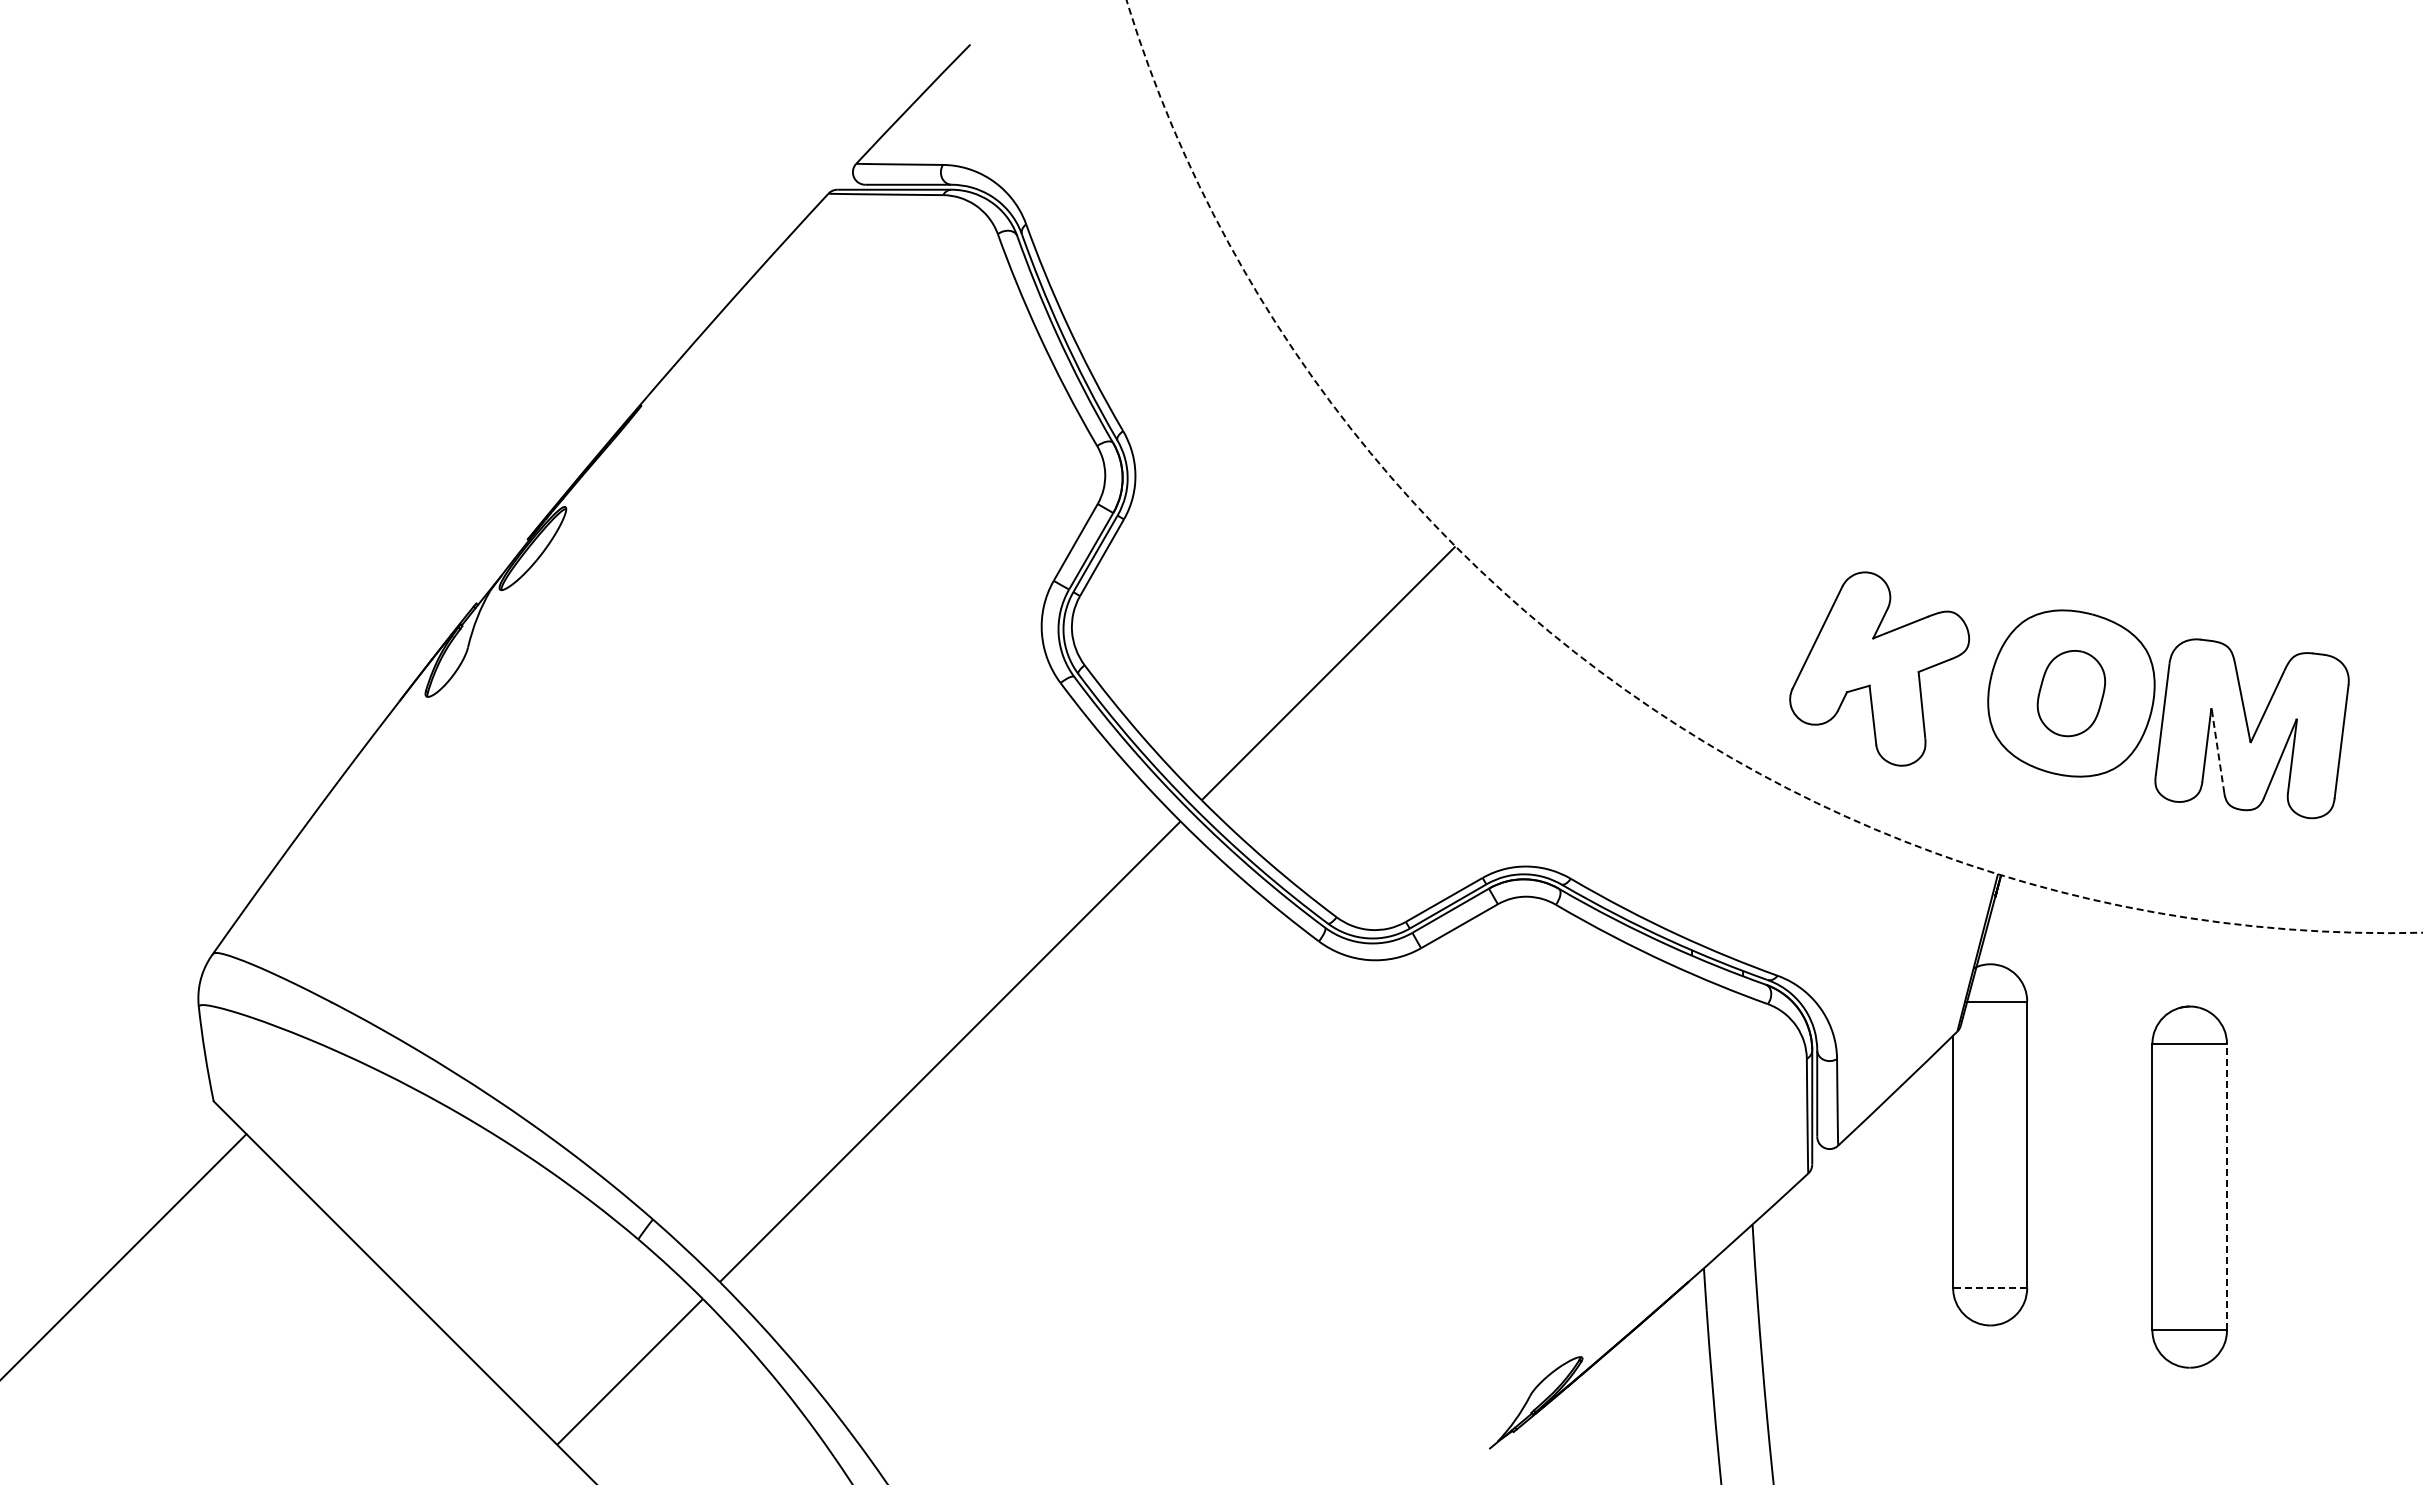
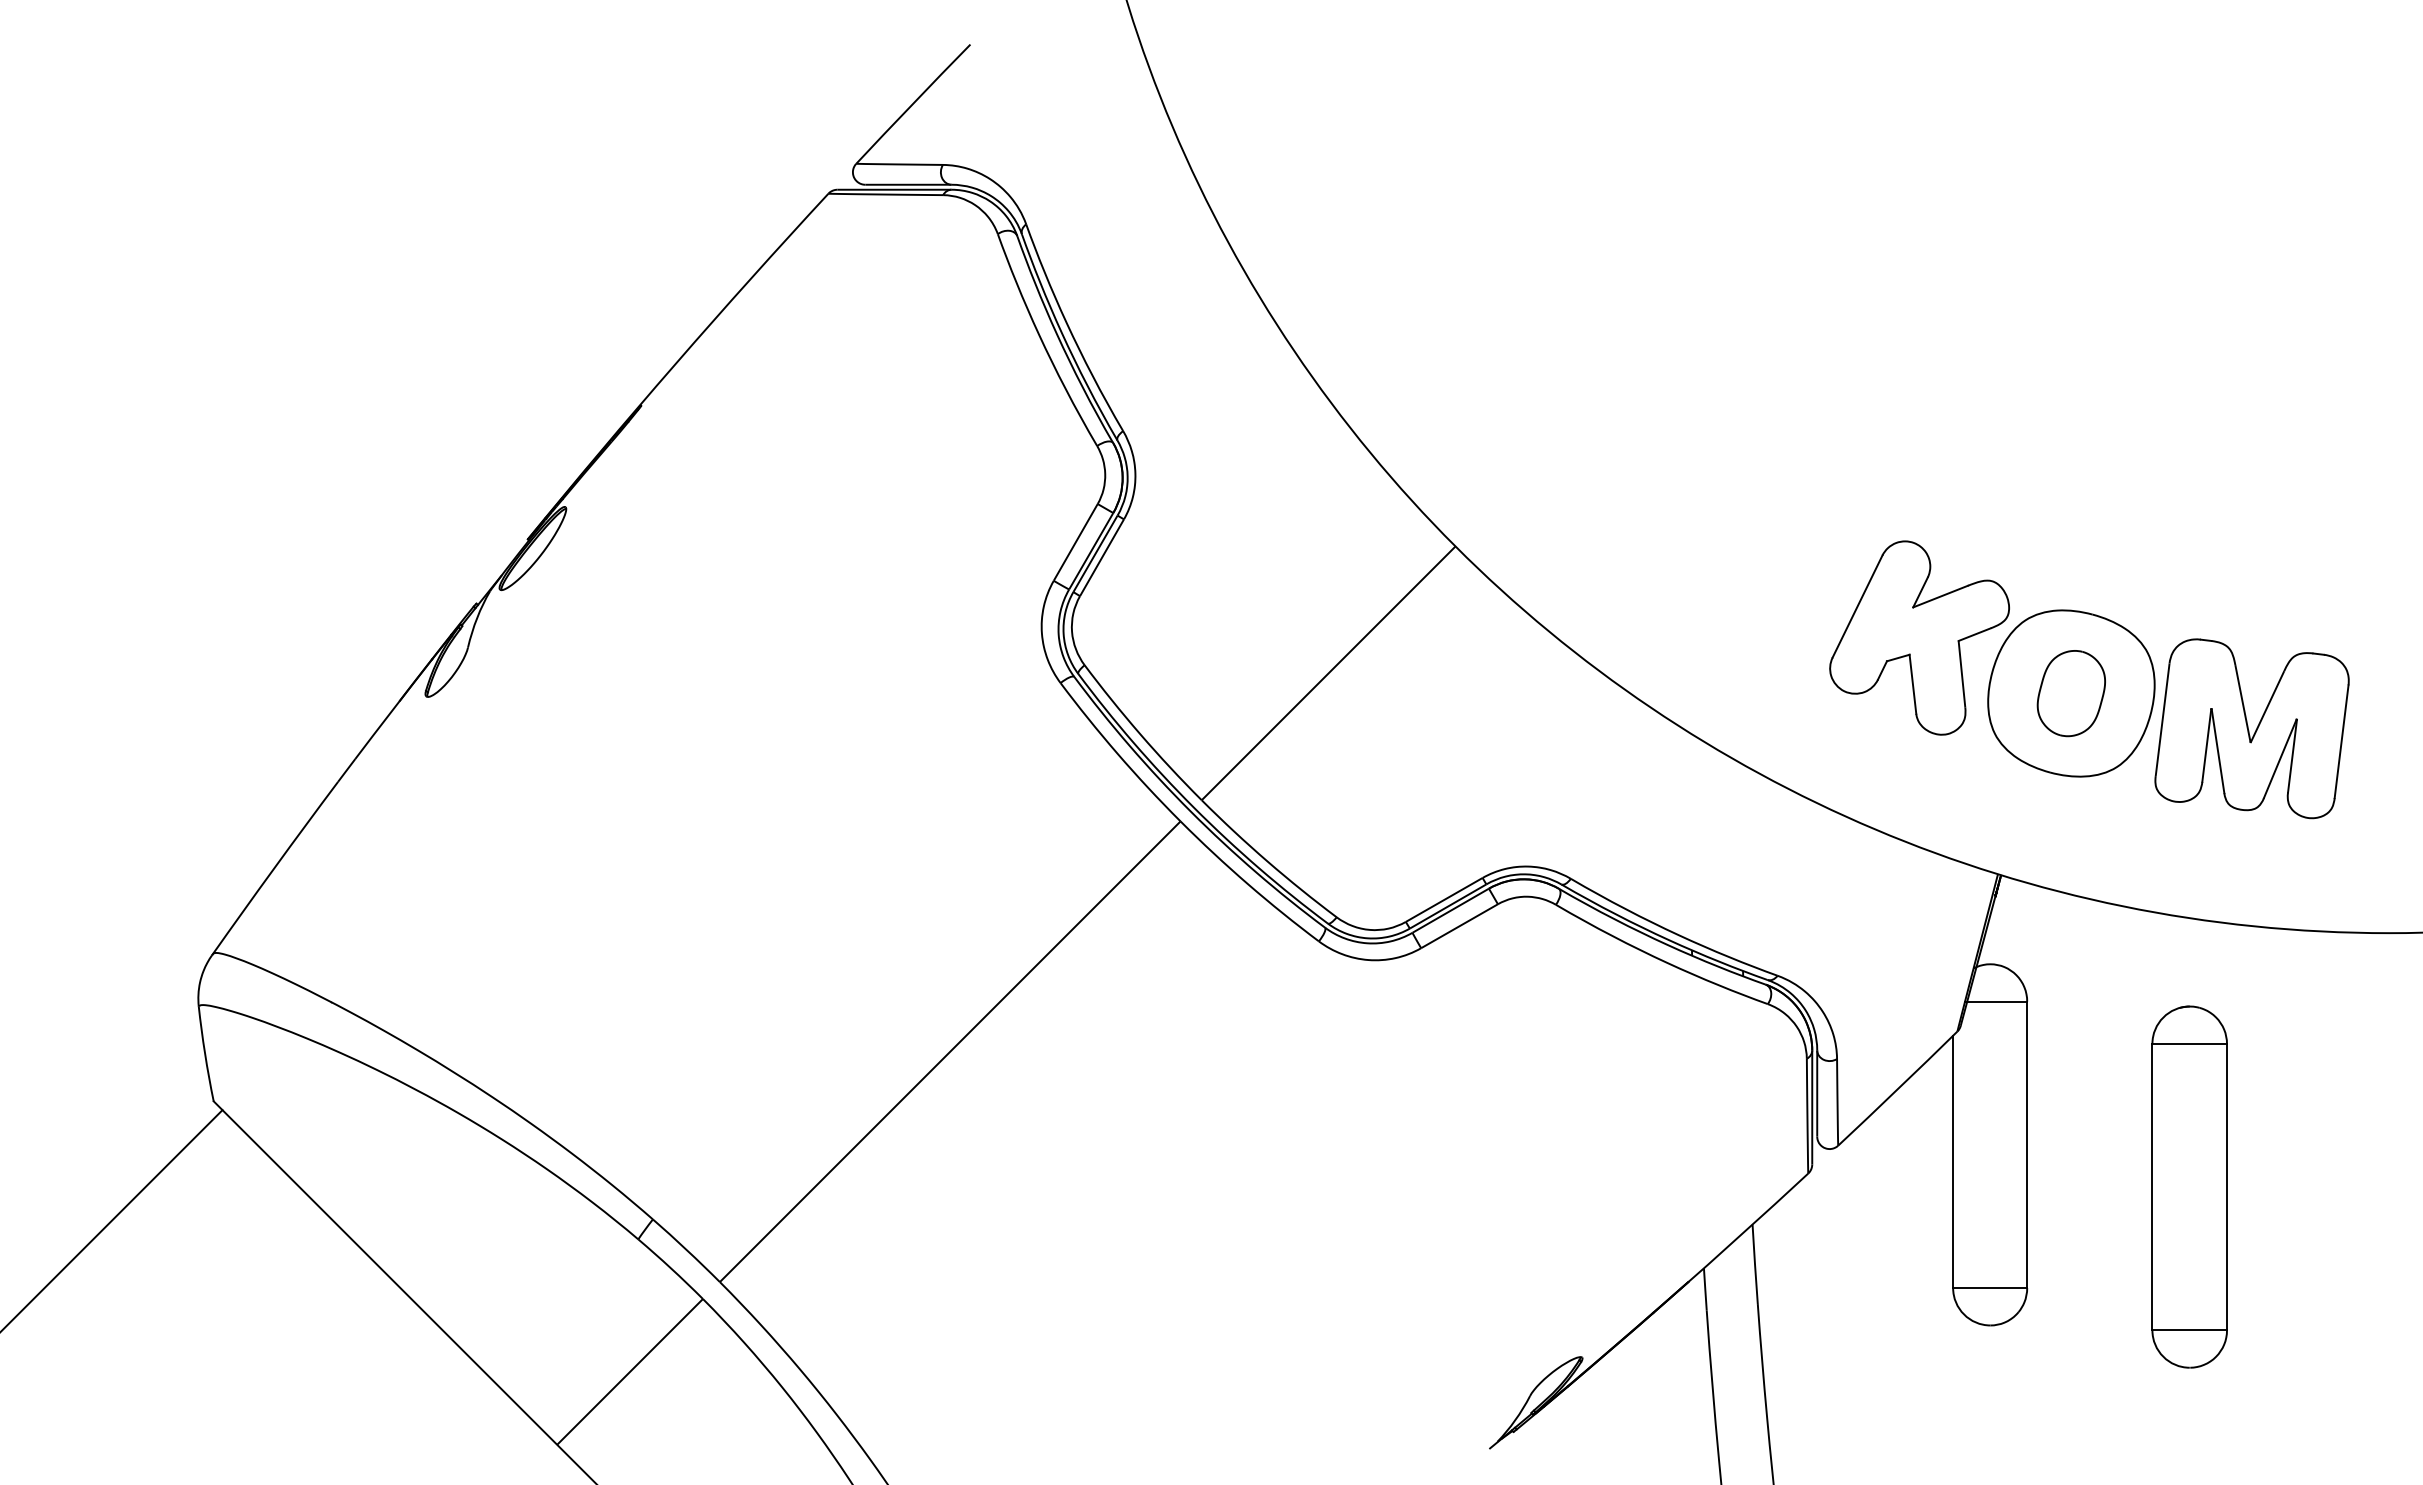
circle at (1774, 466): dashed -> solid
part at (1879, 668) position: (1879, 668) -> (1919, 637)
line at (2217, 750): dashed -> solid
line at (2227, 1186): dashed -> solid
line at (124, 1256) position: (124, 1256) -> (112, 1220)
line at (1989, 1288): dashed -> solid
